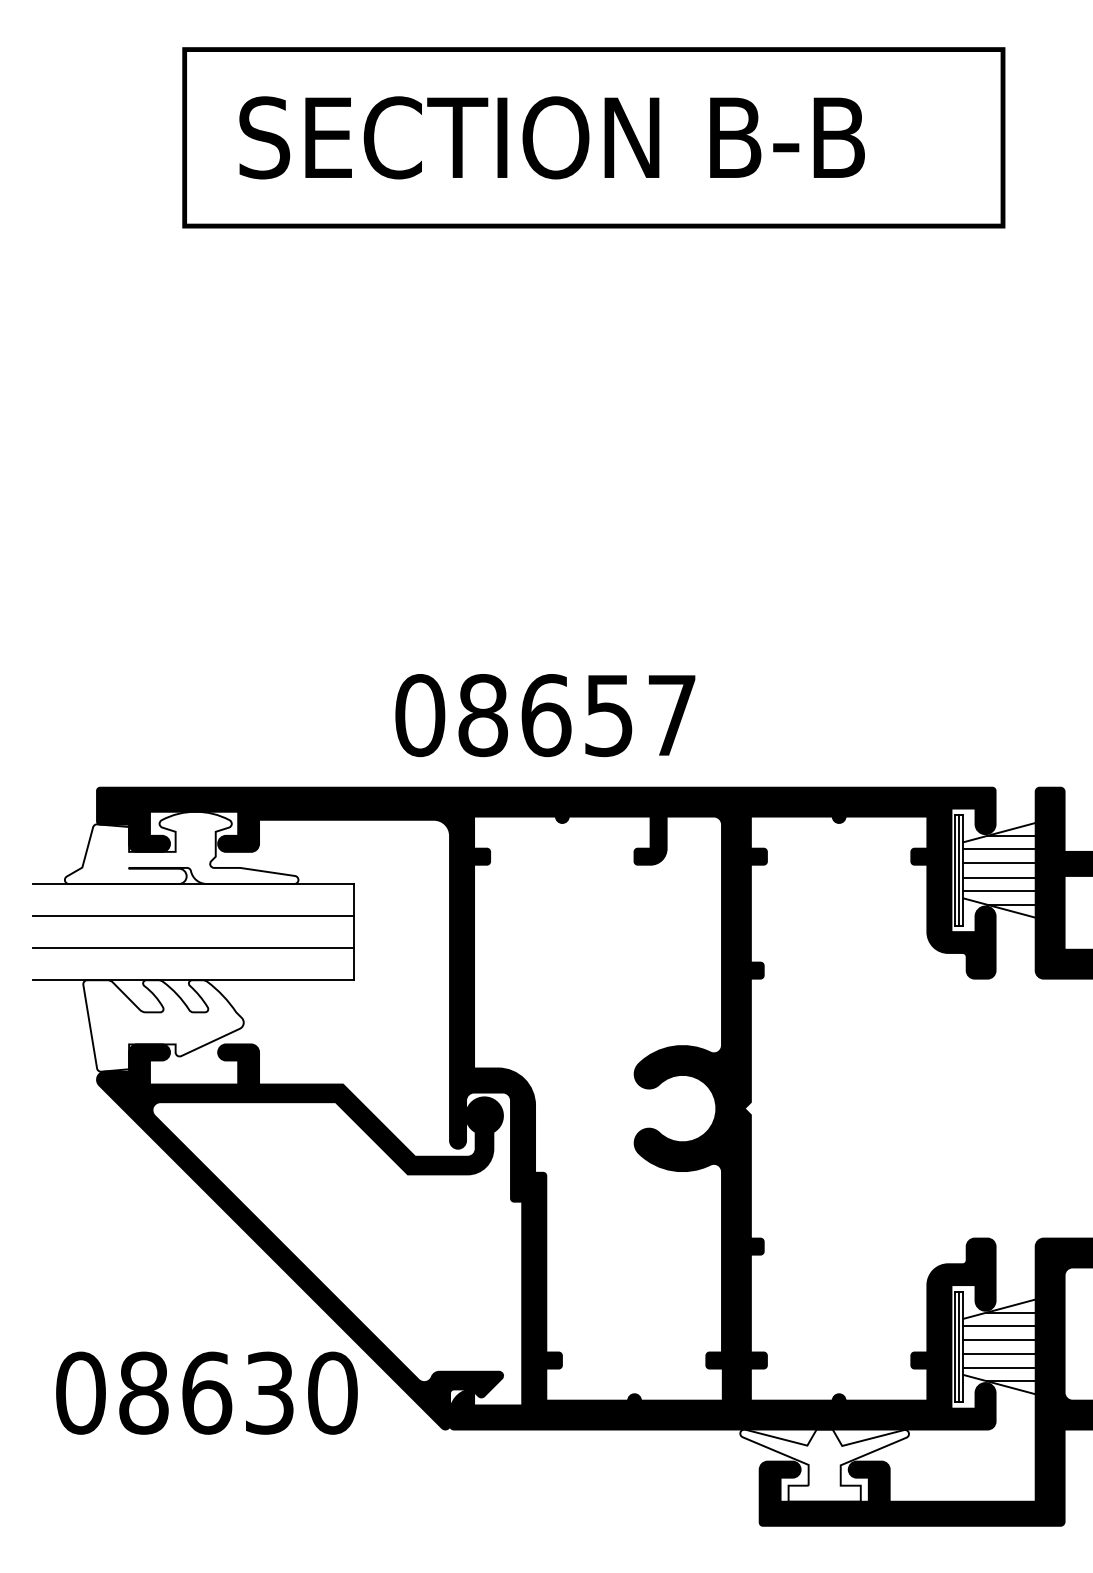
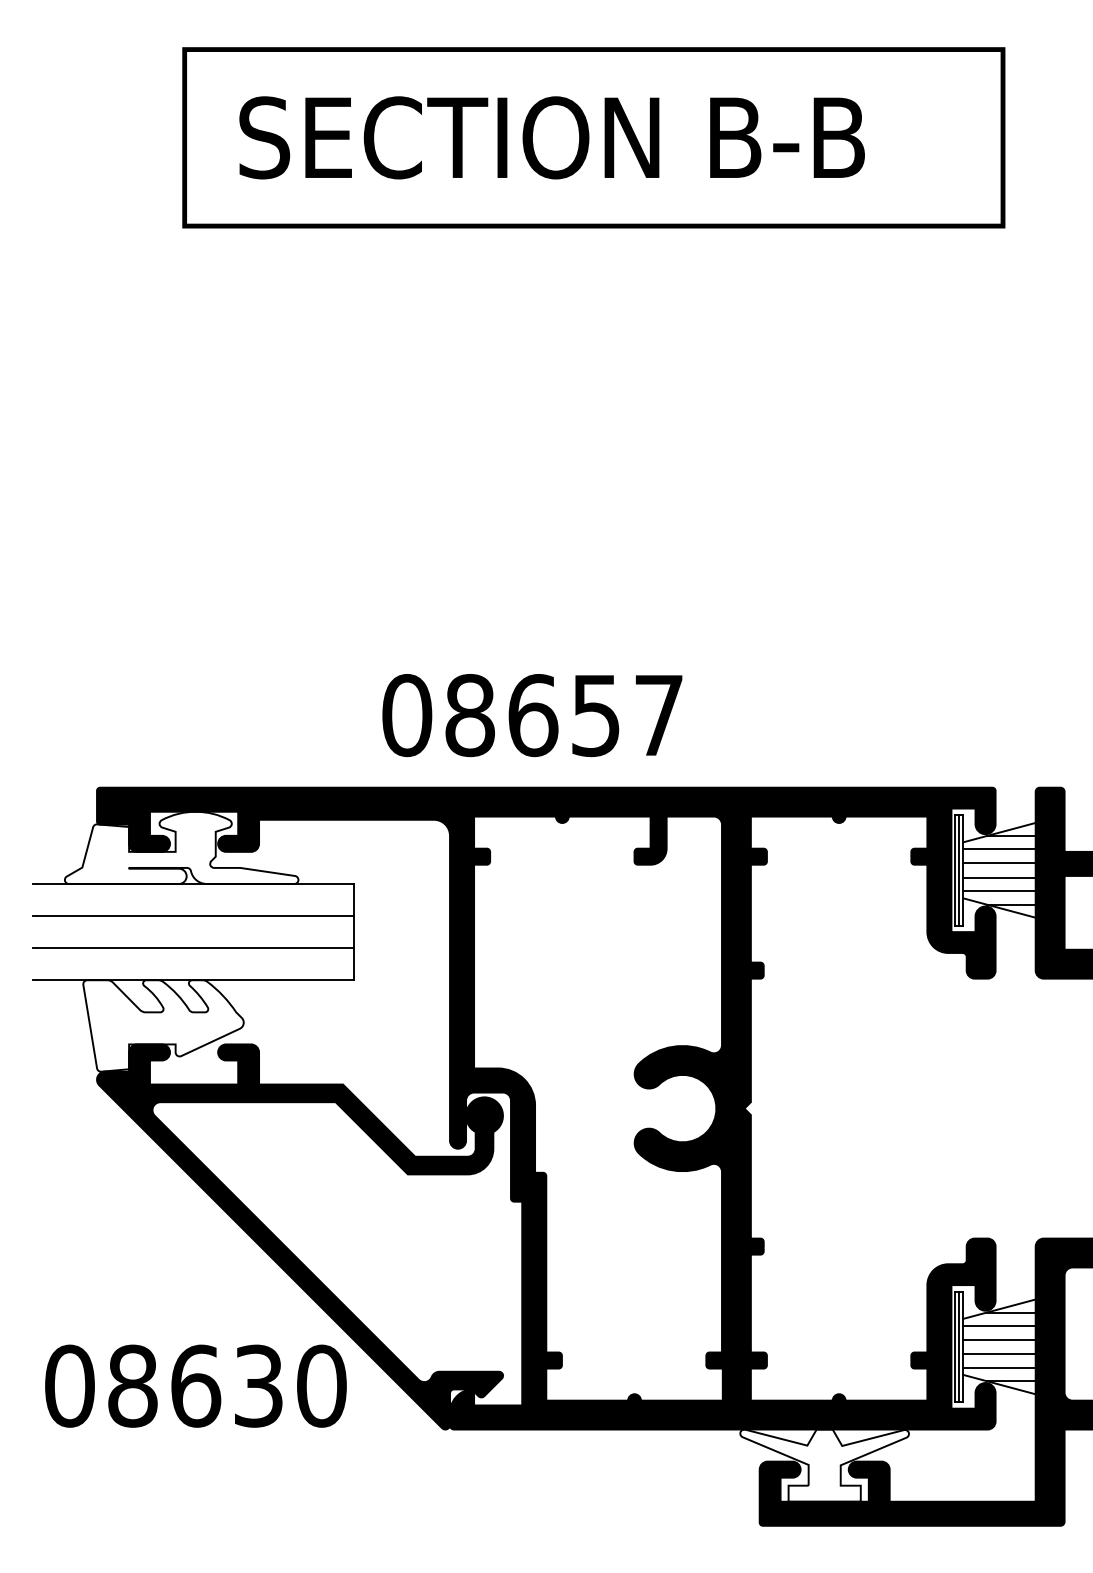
text at (545, 715) position: (545, 715) -> (532, 715)
text at (206, 1392) position: (206, 1392) -> (195, 1385)
